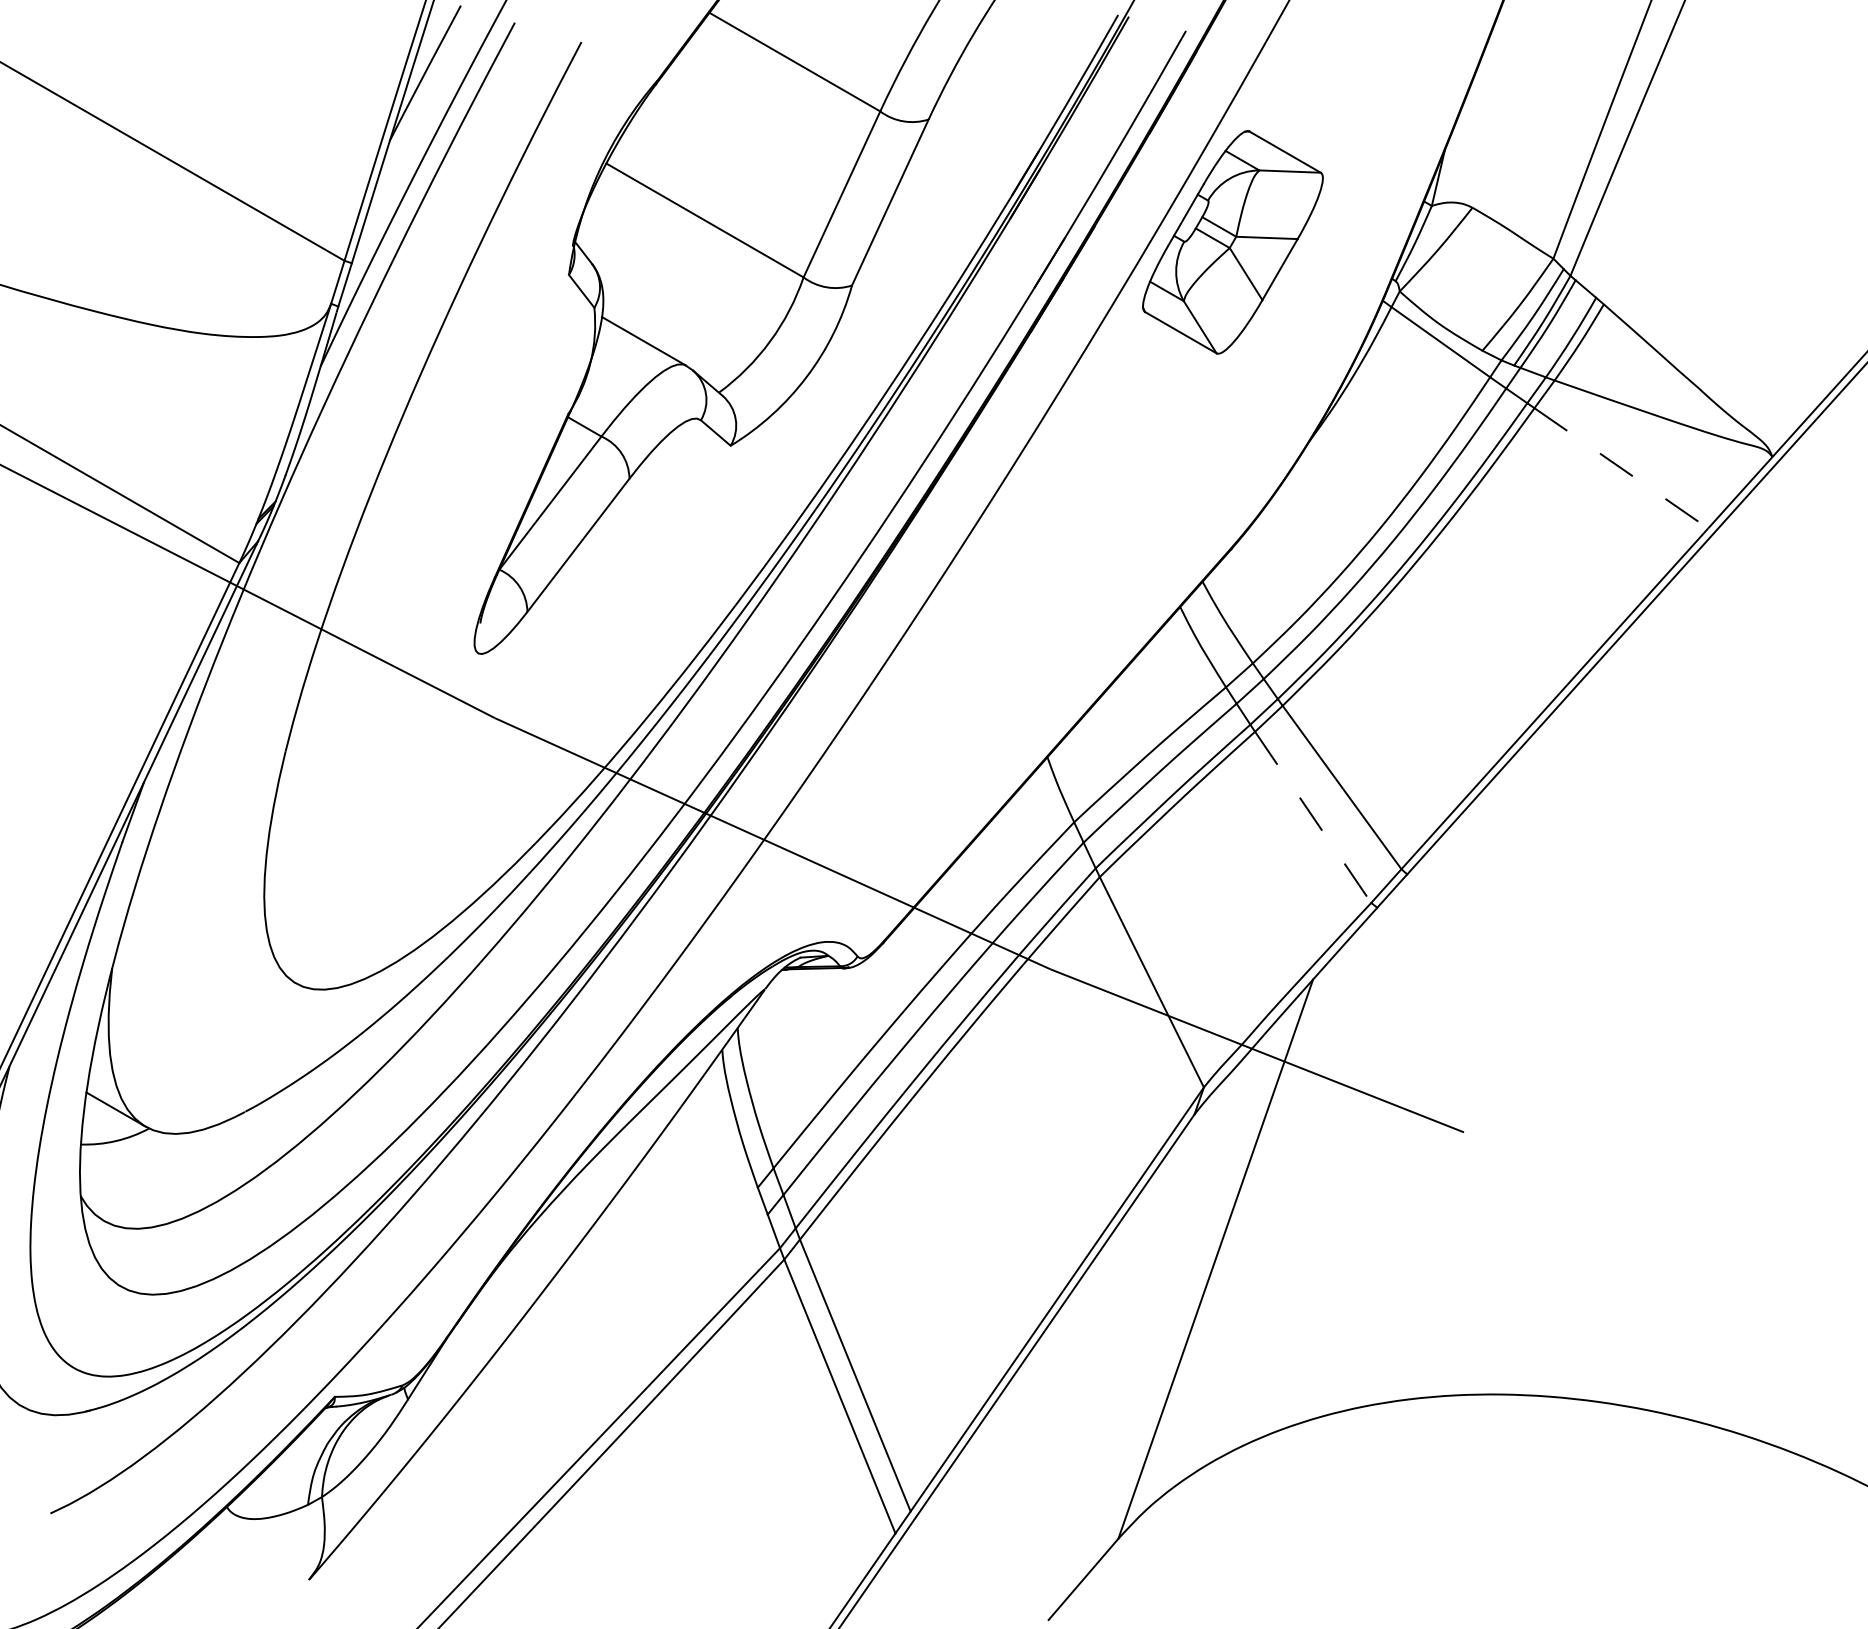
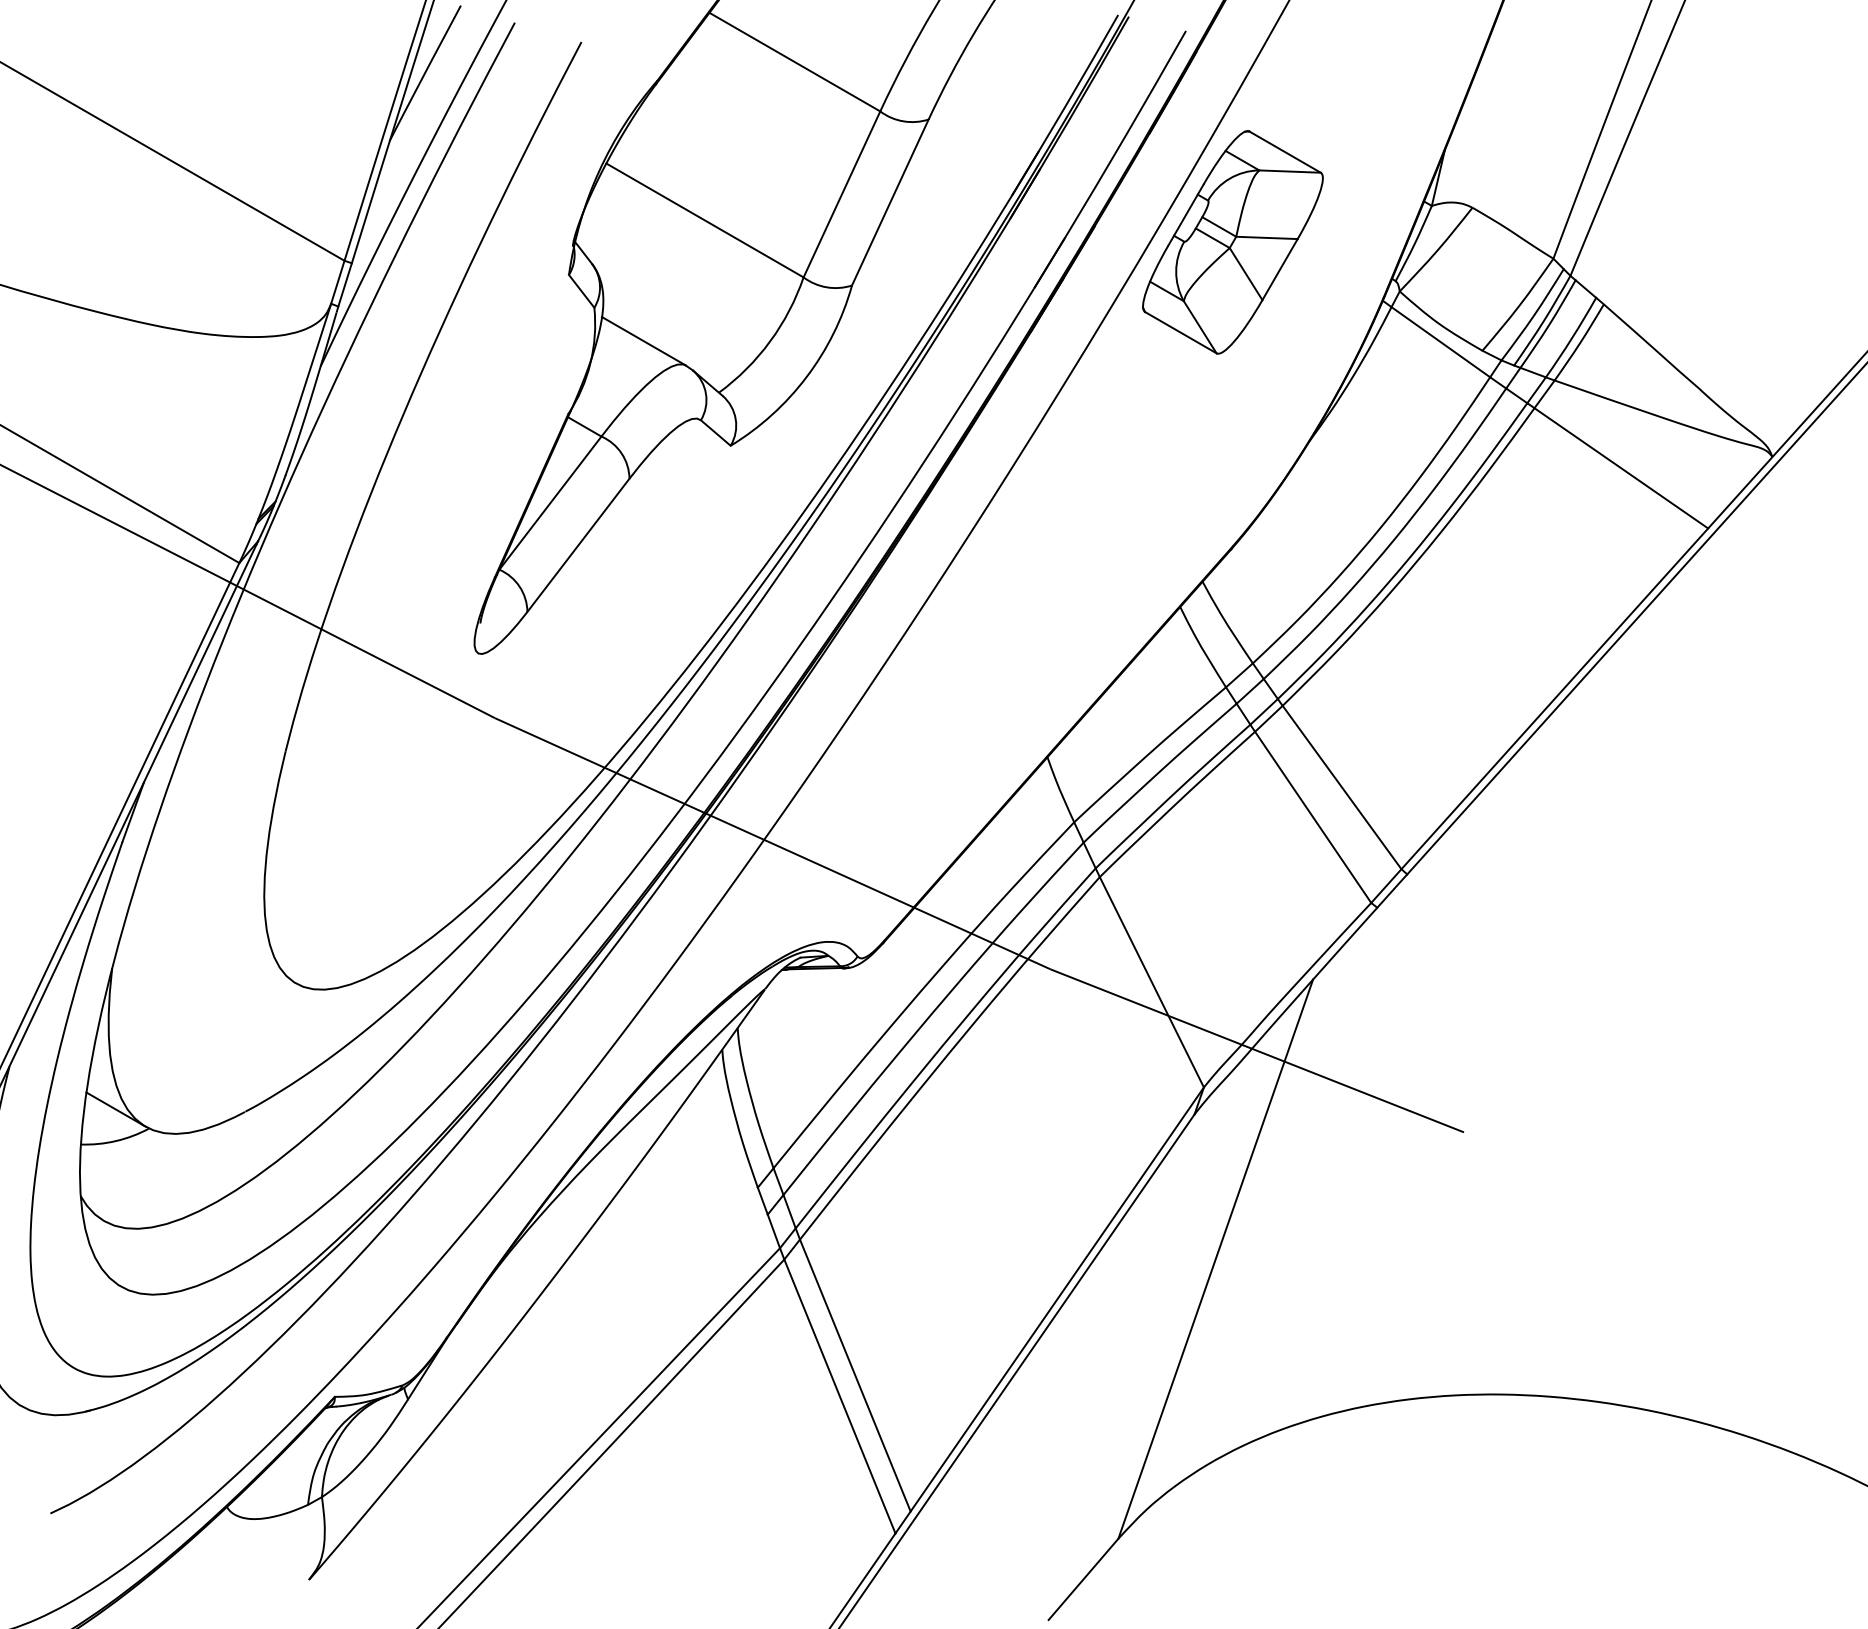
line at (1621, 468): dashed -> solid
line at (1313, 817): dashed -> solid
